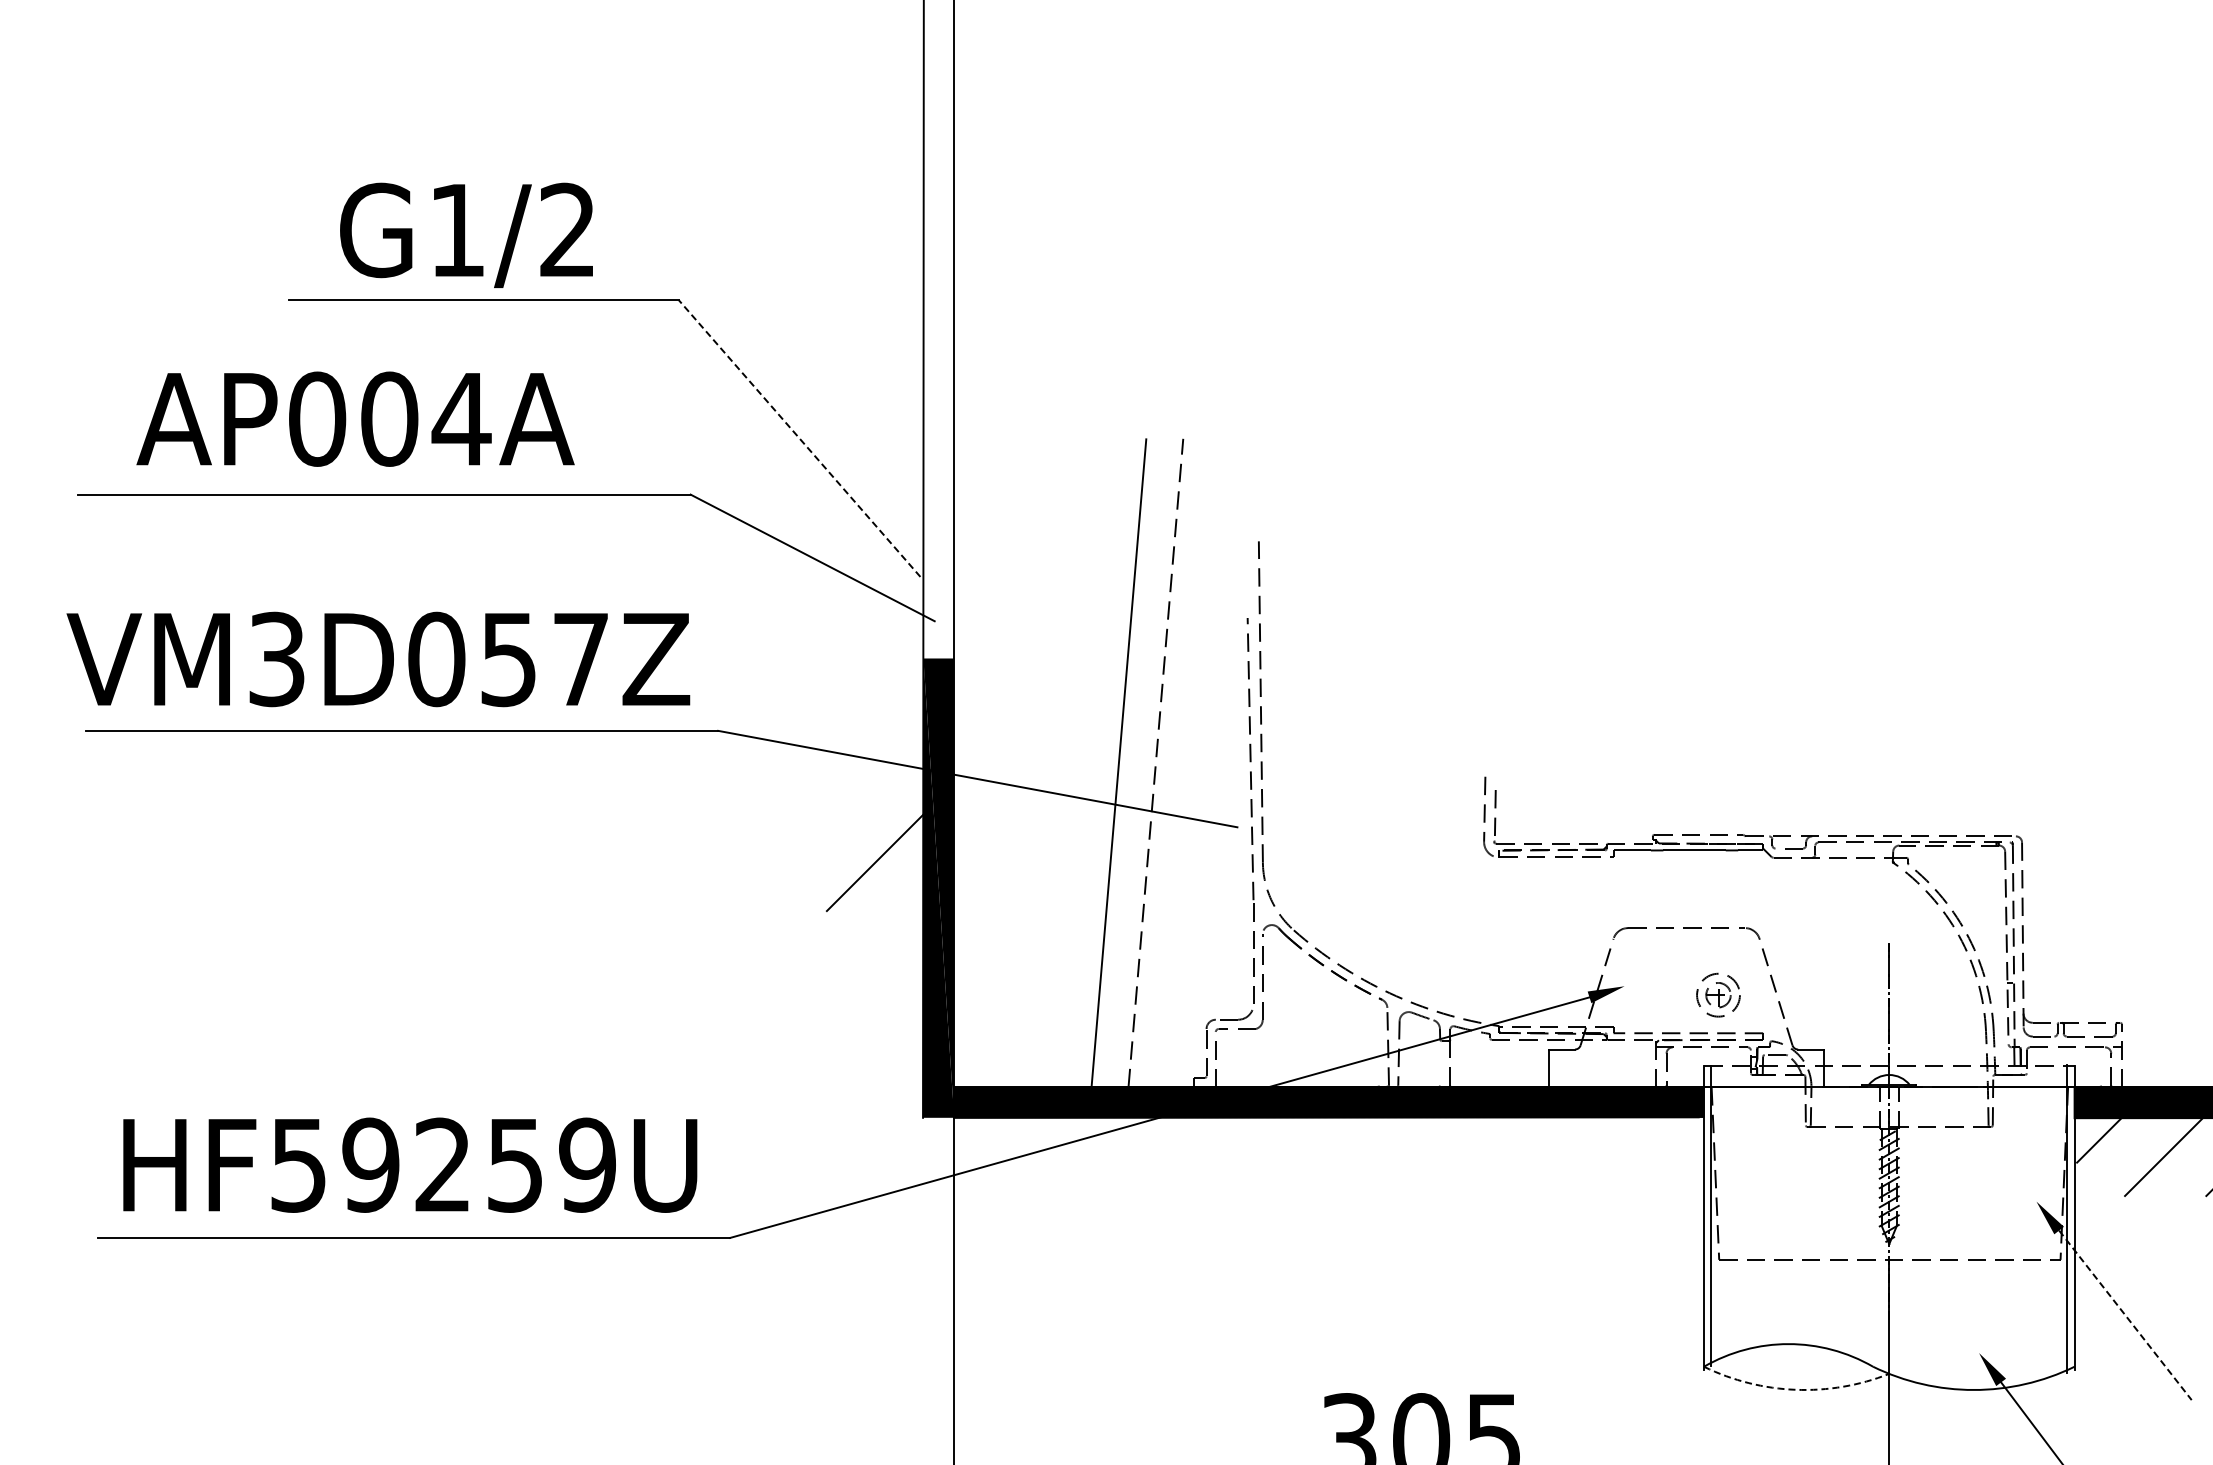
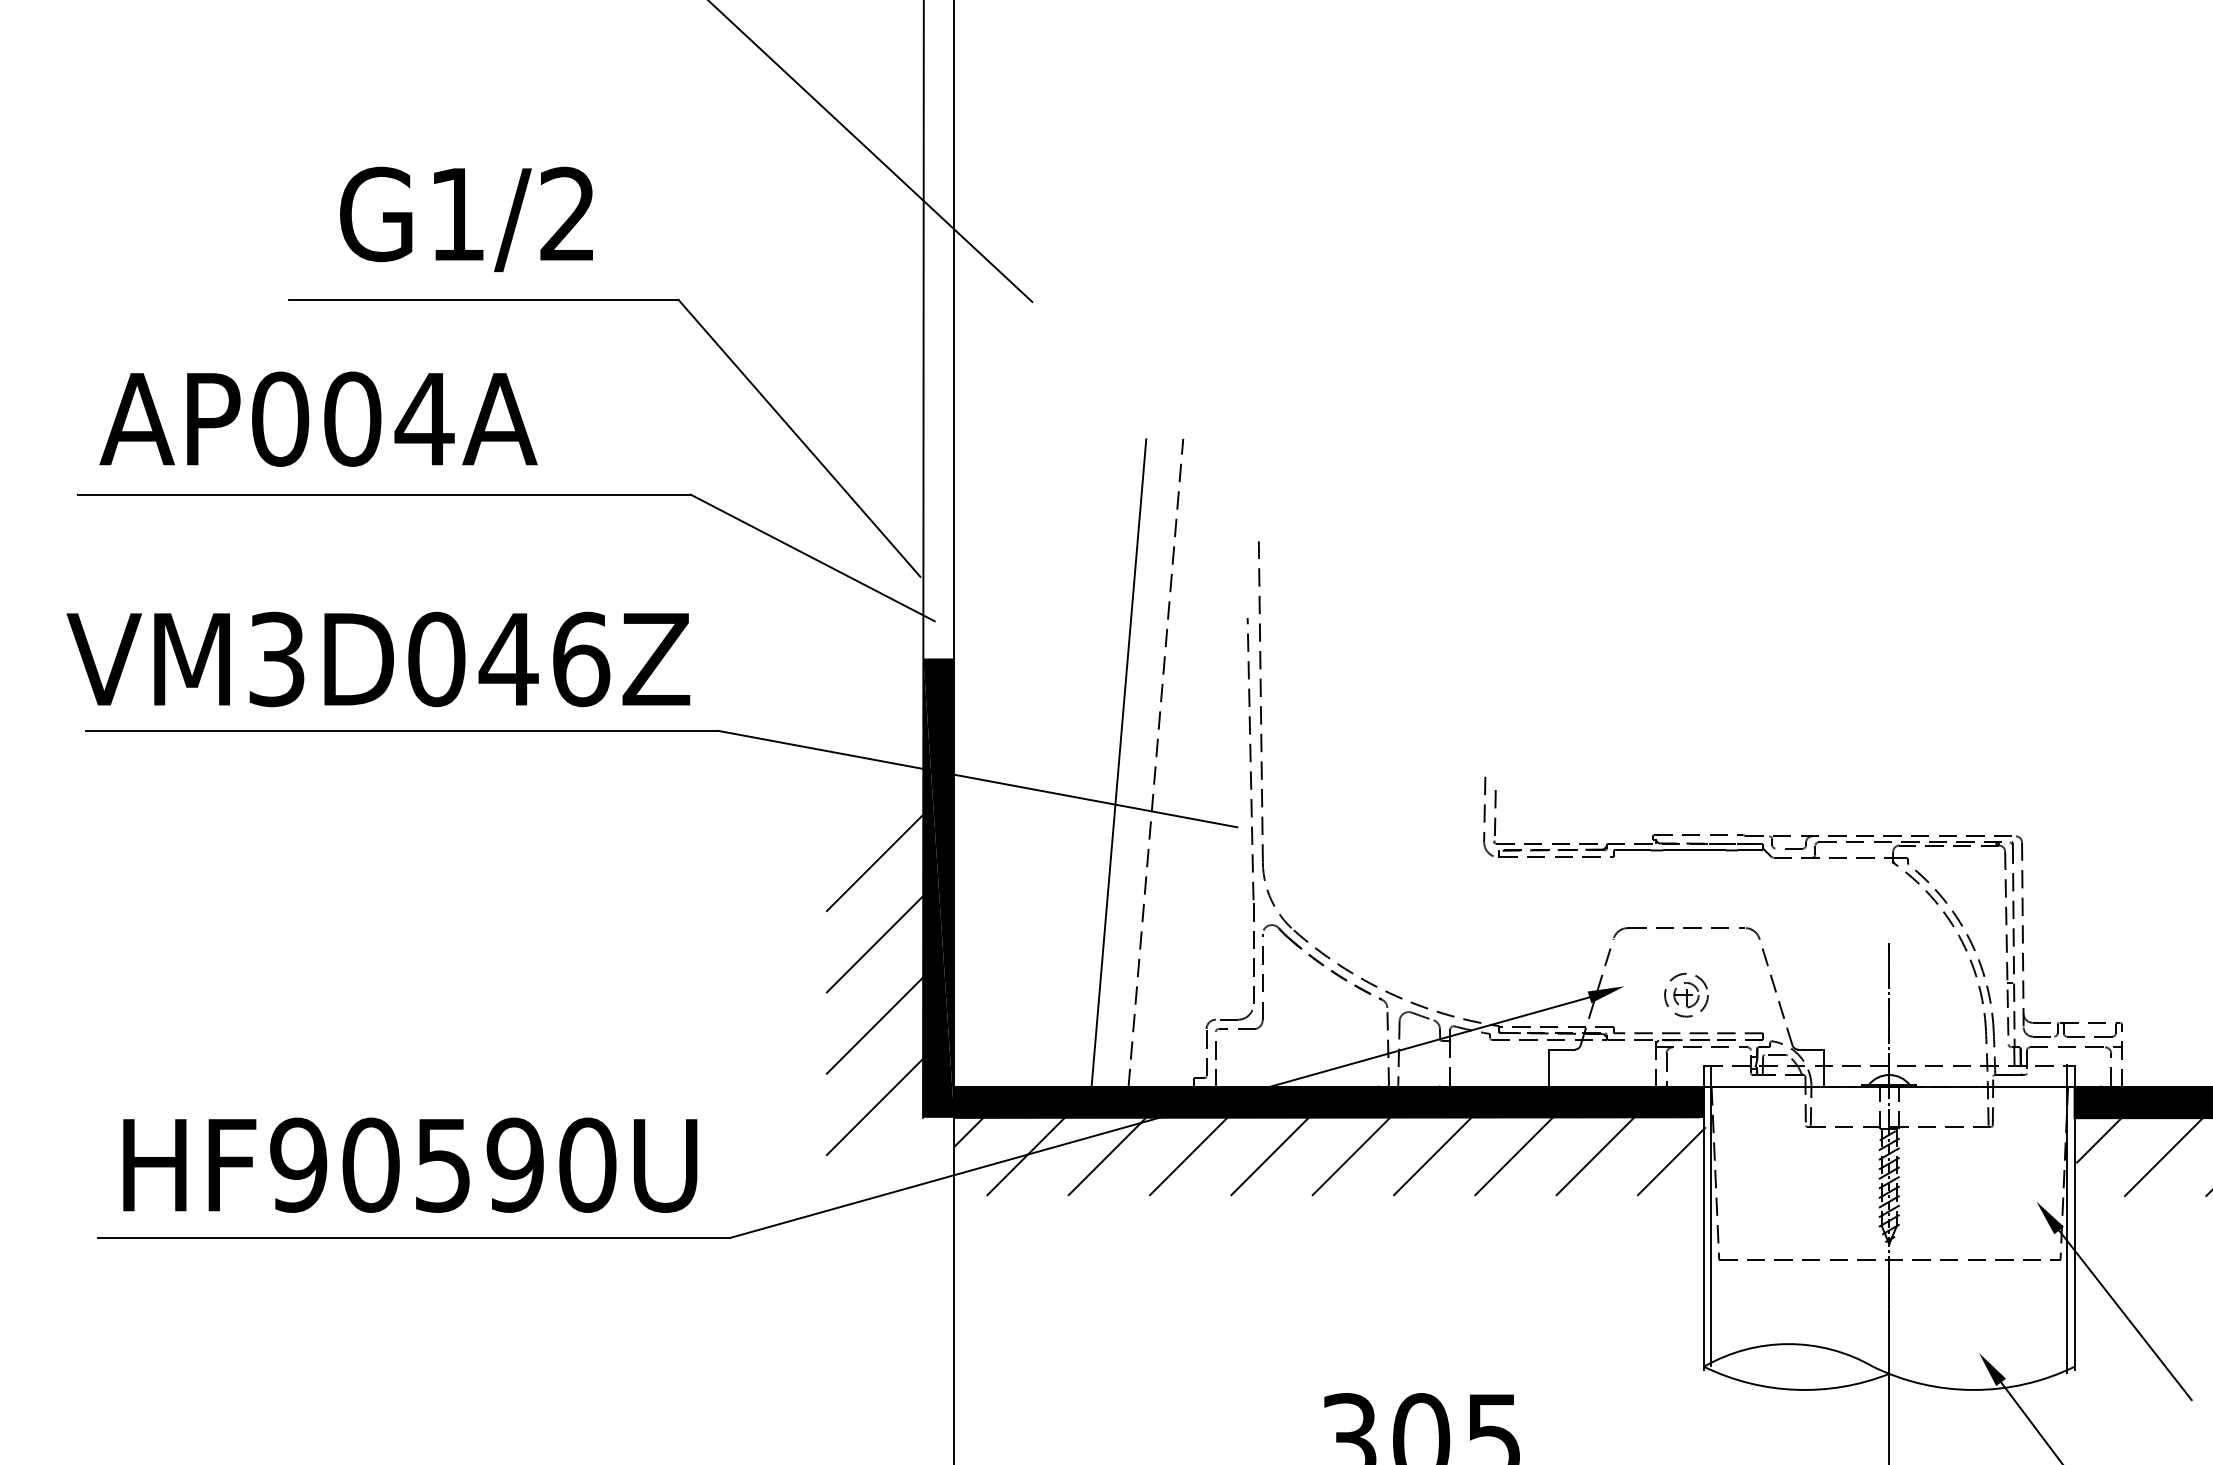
line at (871, 151): none -> present
text at (466, 234) position: (466, 234) -> (466, 218)
text at (355, 418) position: (355, 418) -> (318, 418)
line at (799, 438): dashed -> solid
text at (544, 659): VM3D057Z -> VM3D046Z
line at (874, 944): none -> present
part at (1718, 994) position: (1718, 994) -> (1686, 994)
line at (874, 1025): none -> present
line at (874, 1106): none -> present
hatch at (1329, 1156): none -> present
text at (443, 1164): HF59259U -> HF90590U
line at (2125, 1315): dashed -> solid
arc at (1795, 1389): dashed -> solid
